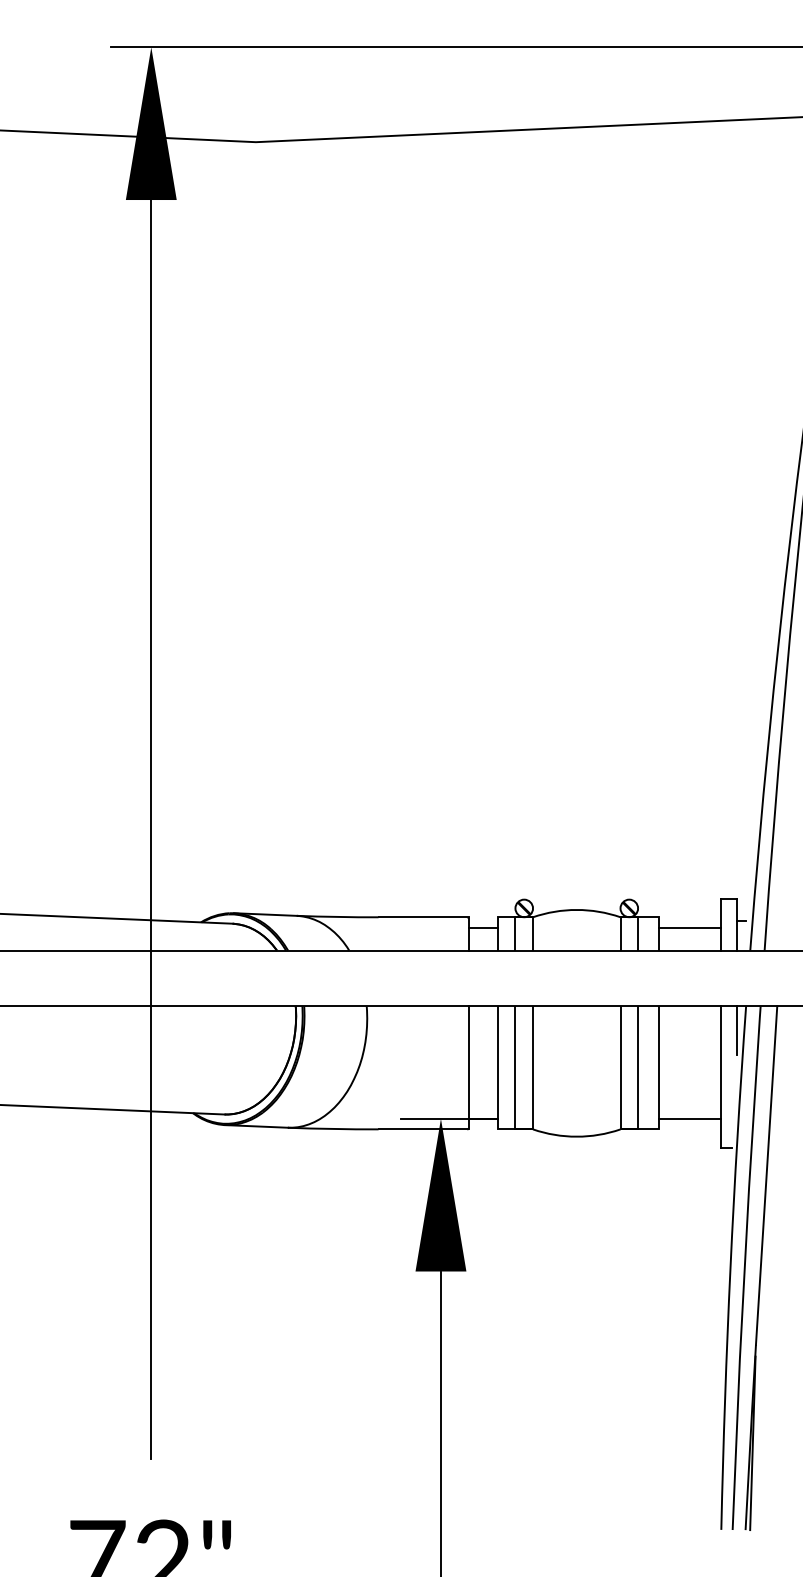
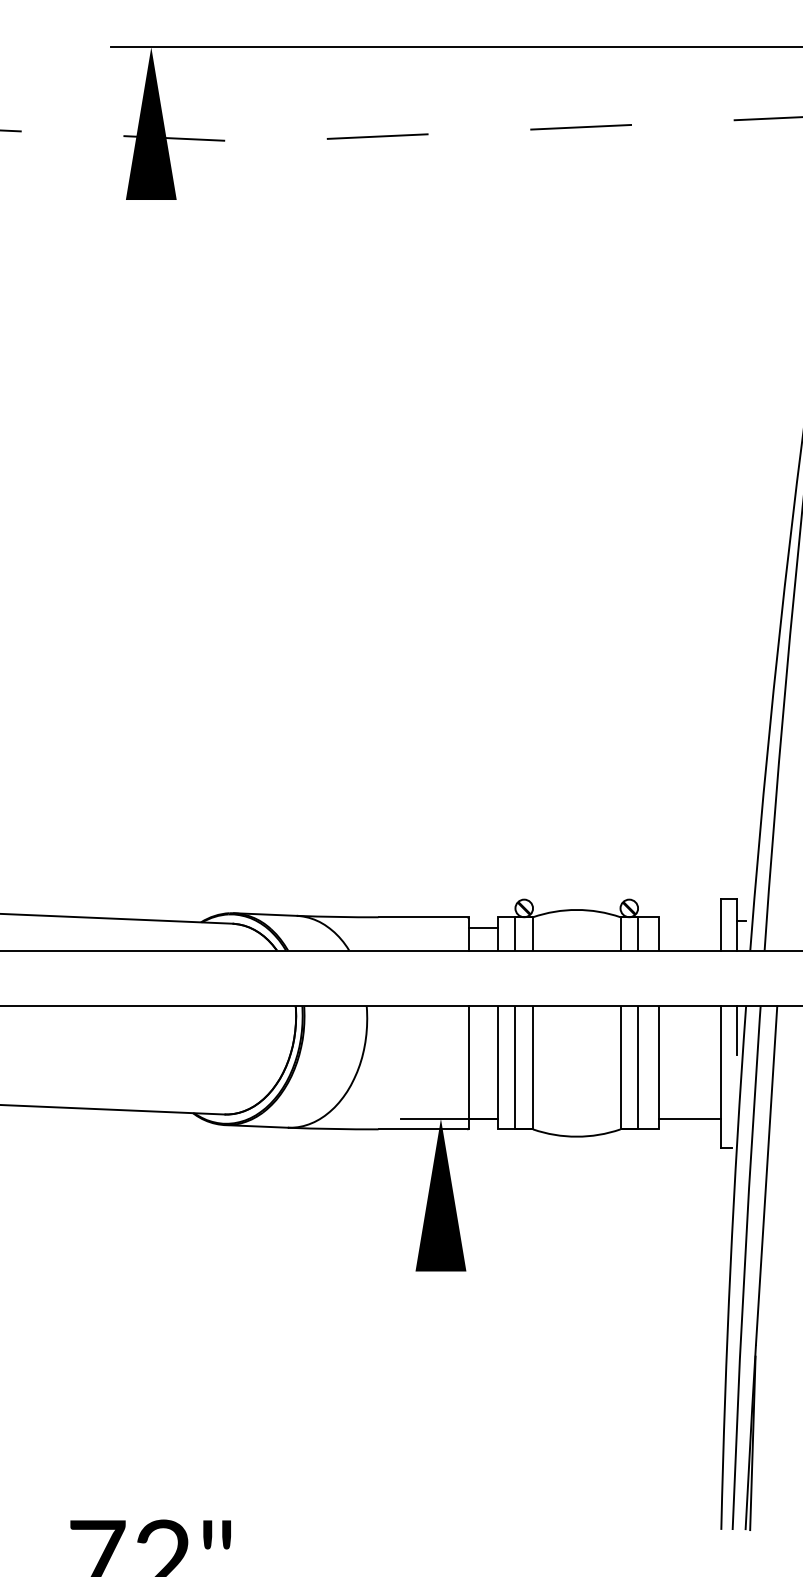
line at (400, 135): solid -> dashed
line at (151, 829): present -> none
line at (690, 927): present -> none
line at (440, 1422): present -> none
